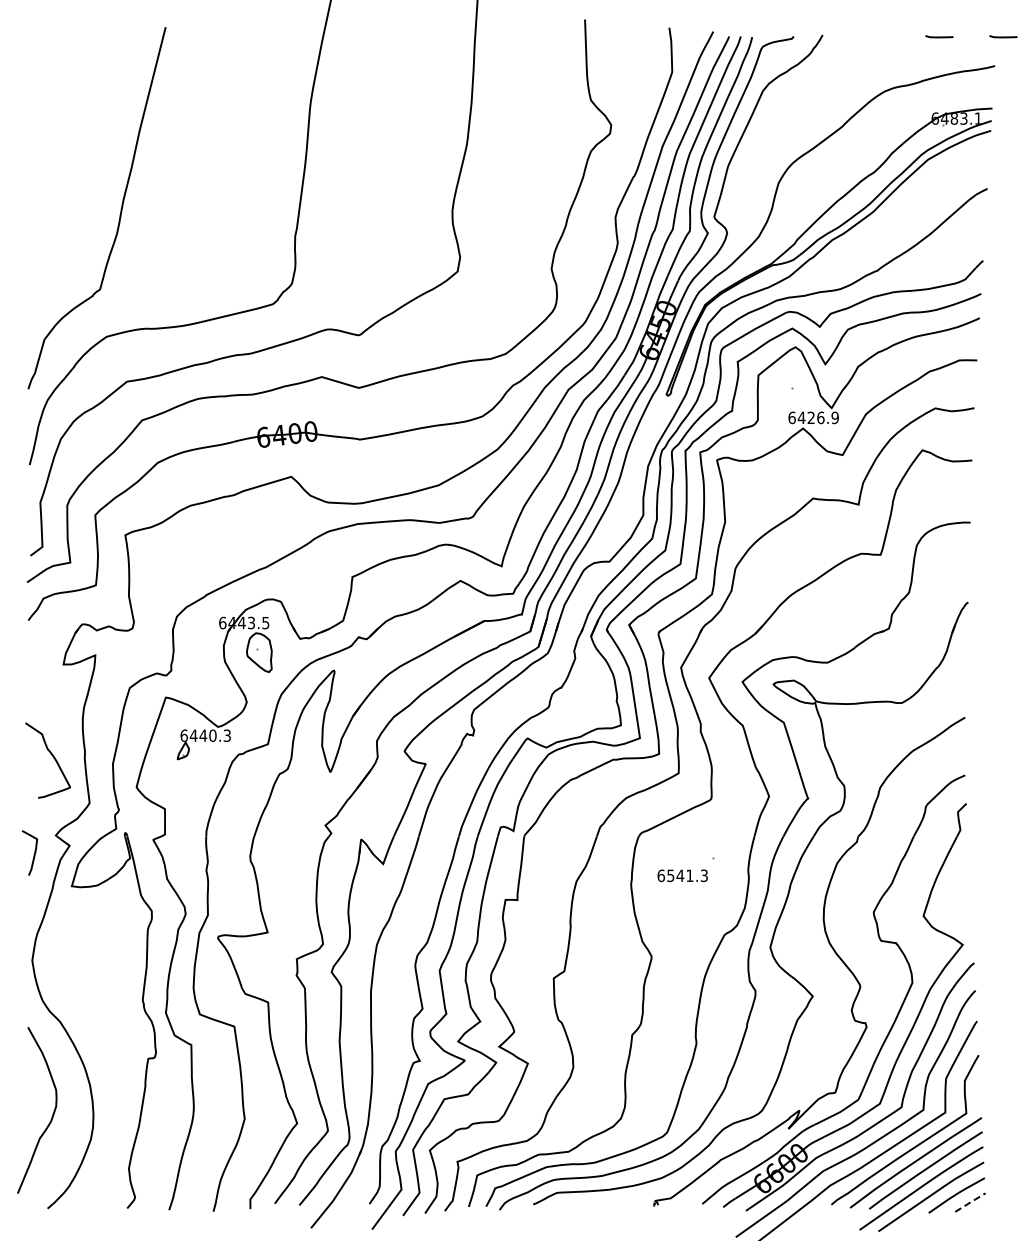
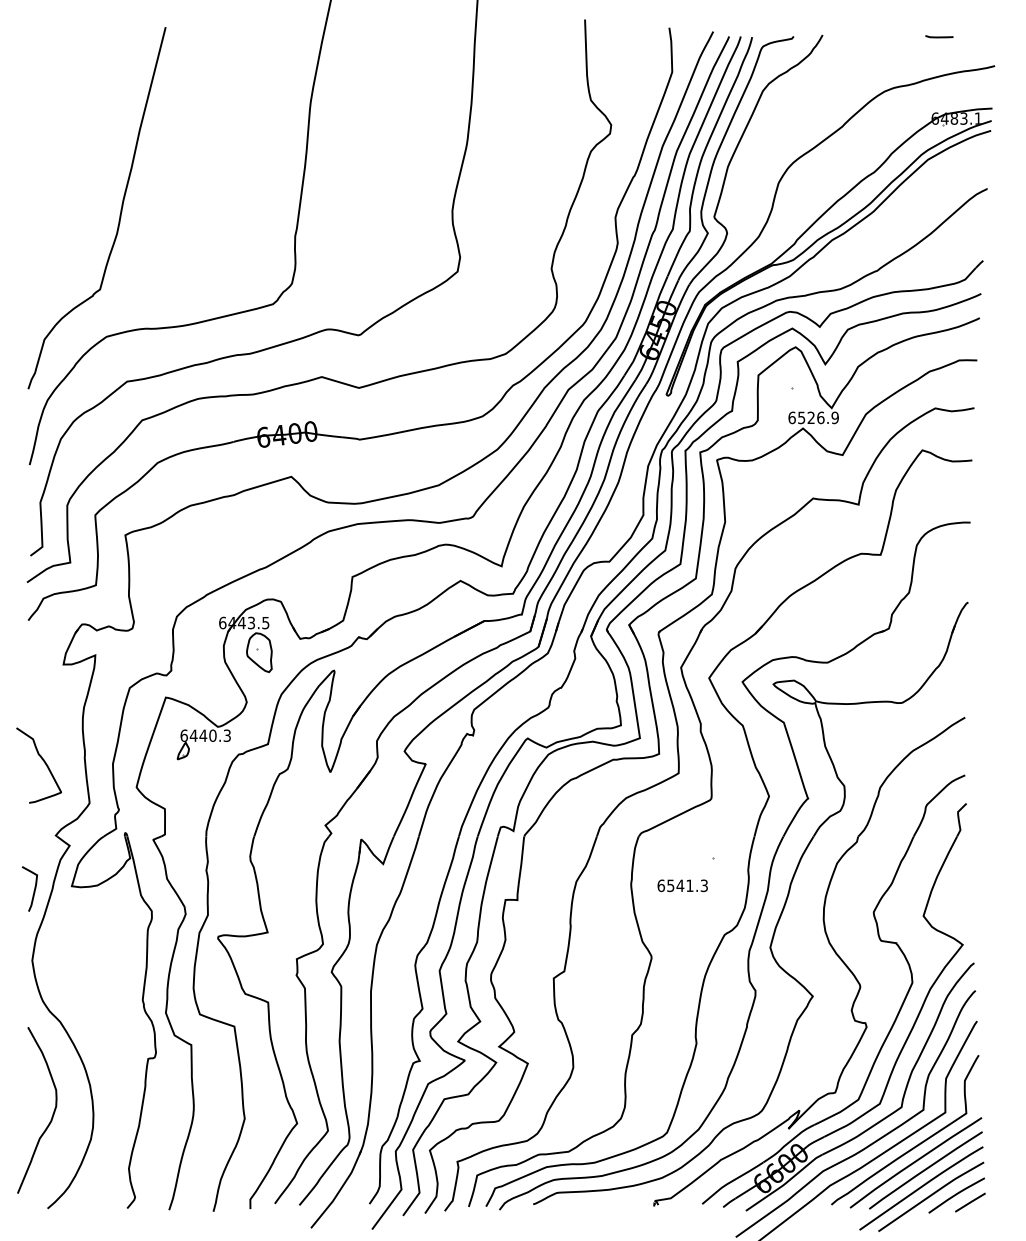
line at (1003, 36): present -> none
text at (801, 417): 6426.9 -> 6526.9
curve at (53, 758) position: (53, 758) -> (44, 763)
curve at (33, 854) position: (33, 854) -> (33, 890)
text at (682, 875) position: (682, 875) -> (682, 885)
line at (971, 1202): dashed -> solid
